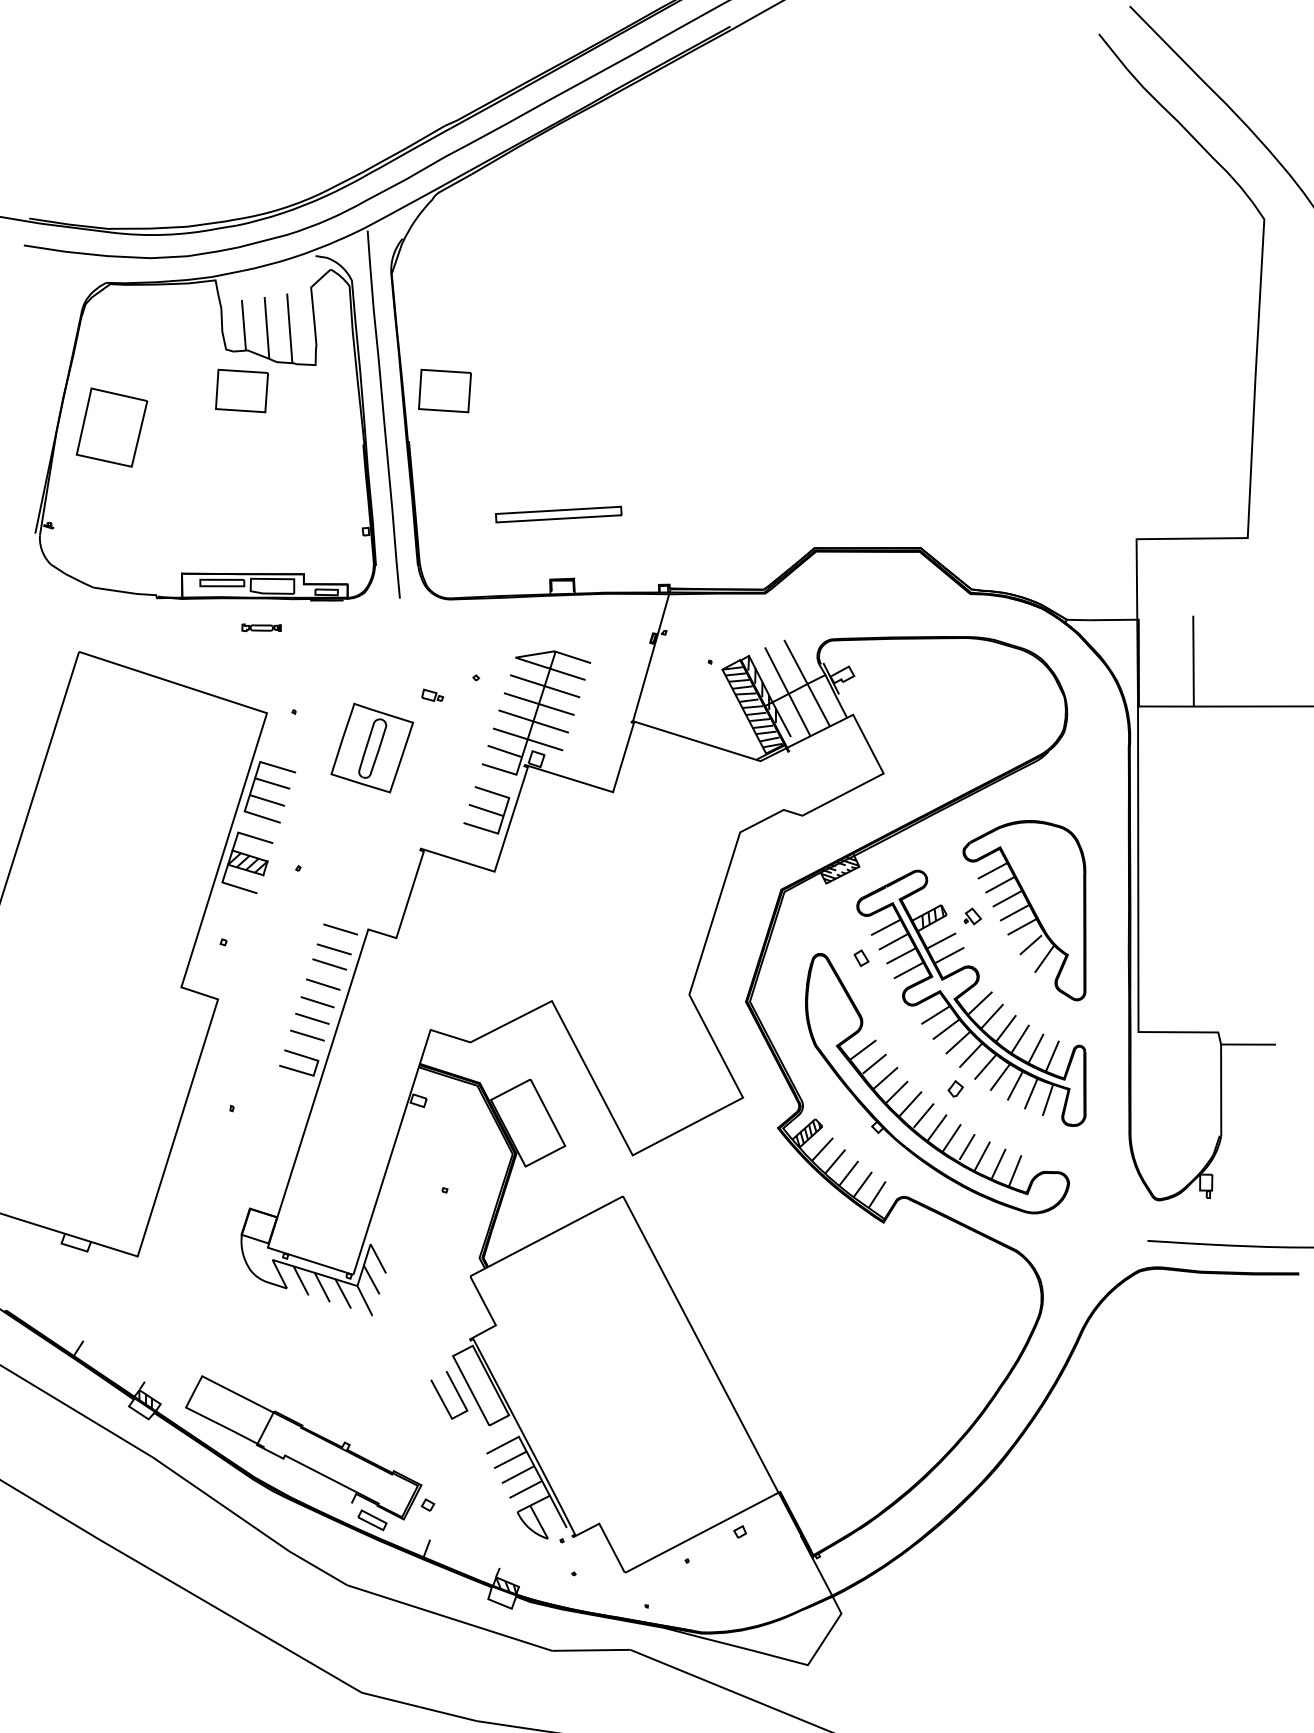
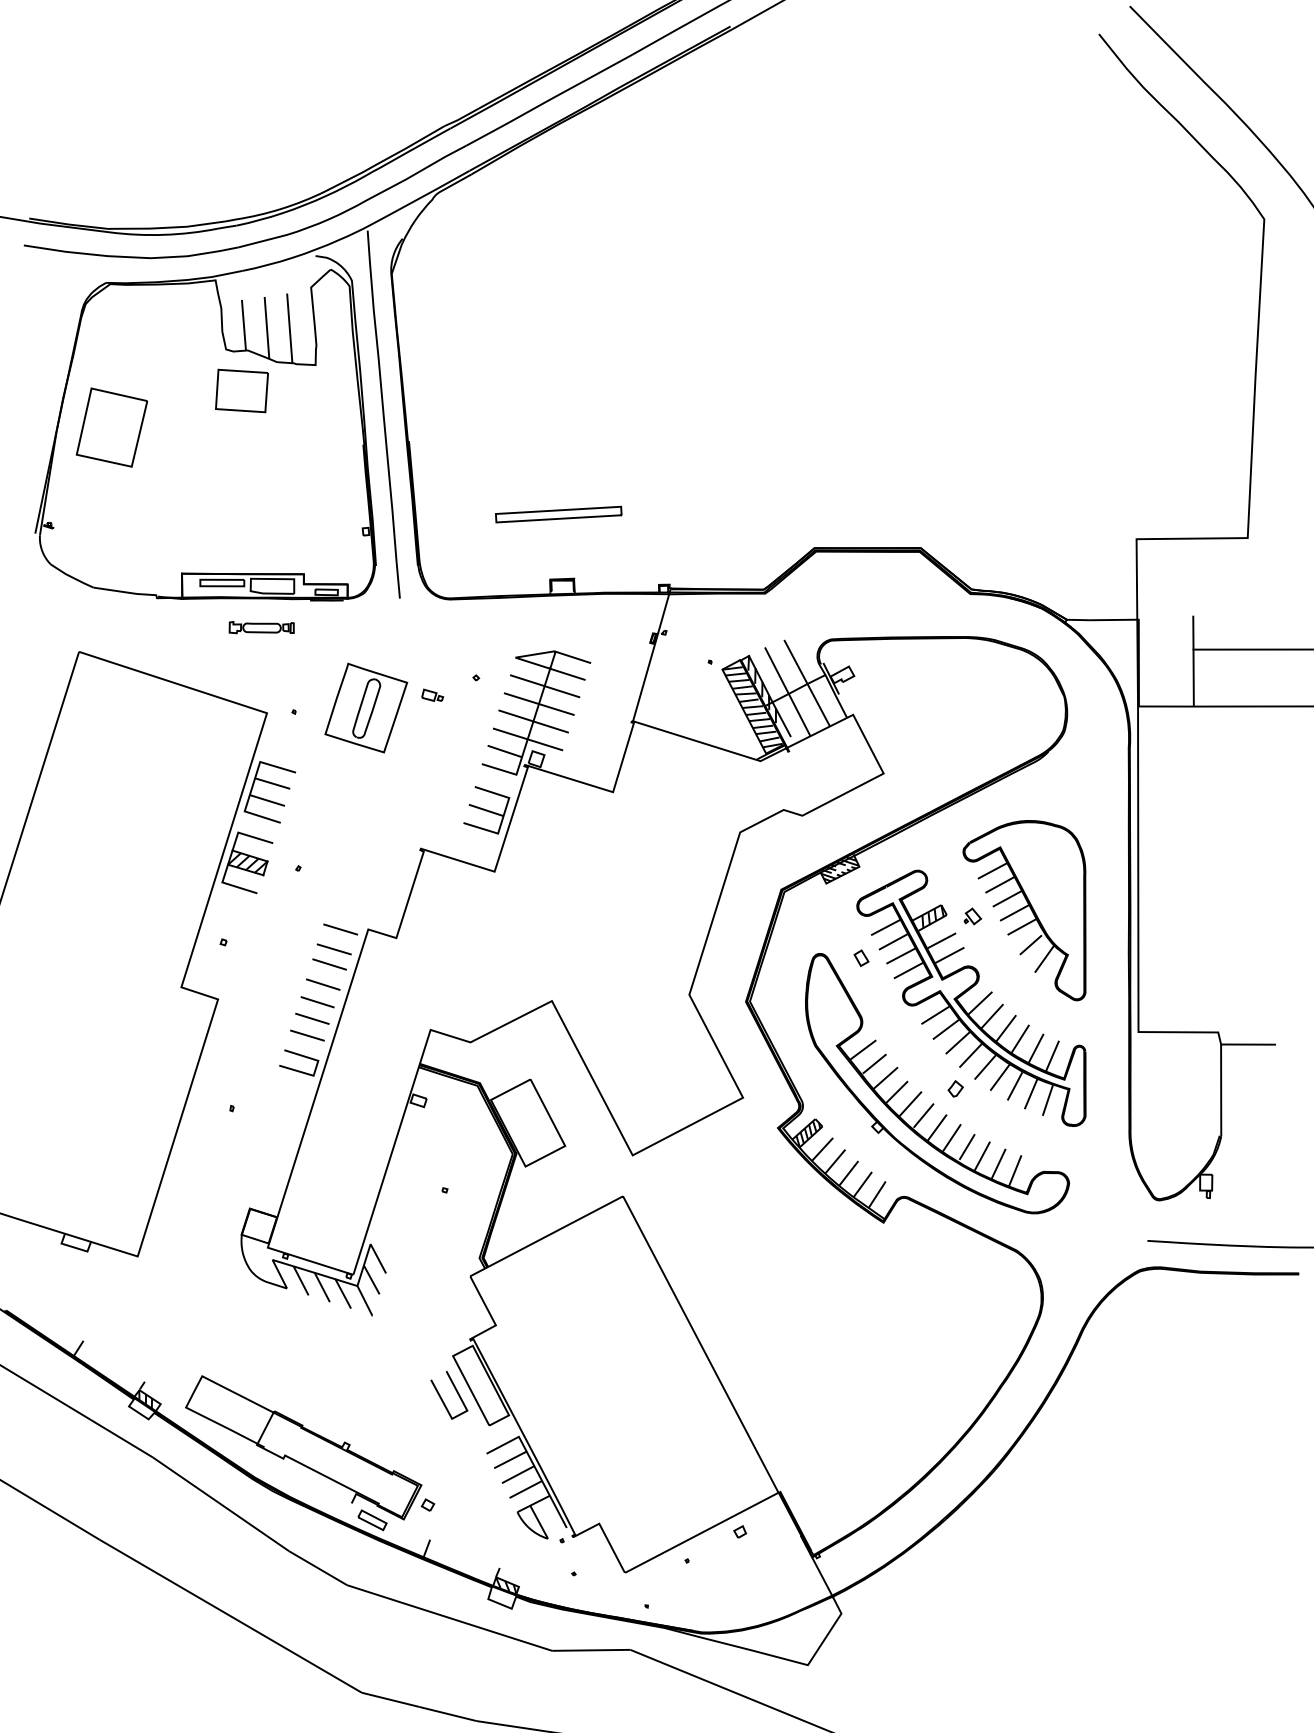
part at (444, 390): present -> none
part at (261, 627) size: 41x9 px -> 67x14 px
line at (1251, 649): none -> present
part at (372, 747) position: (372, 747) -> (366, 707)
